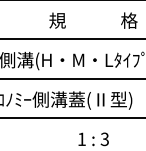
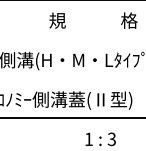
line at (72, 39): present -> none
line at (72, 78): present -> none
text at (93, 139) position: (93, 139) -> (100, 139)
